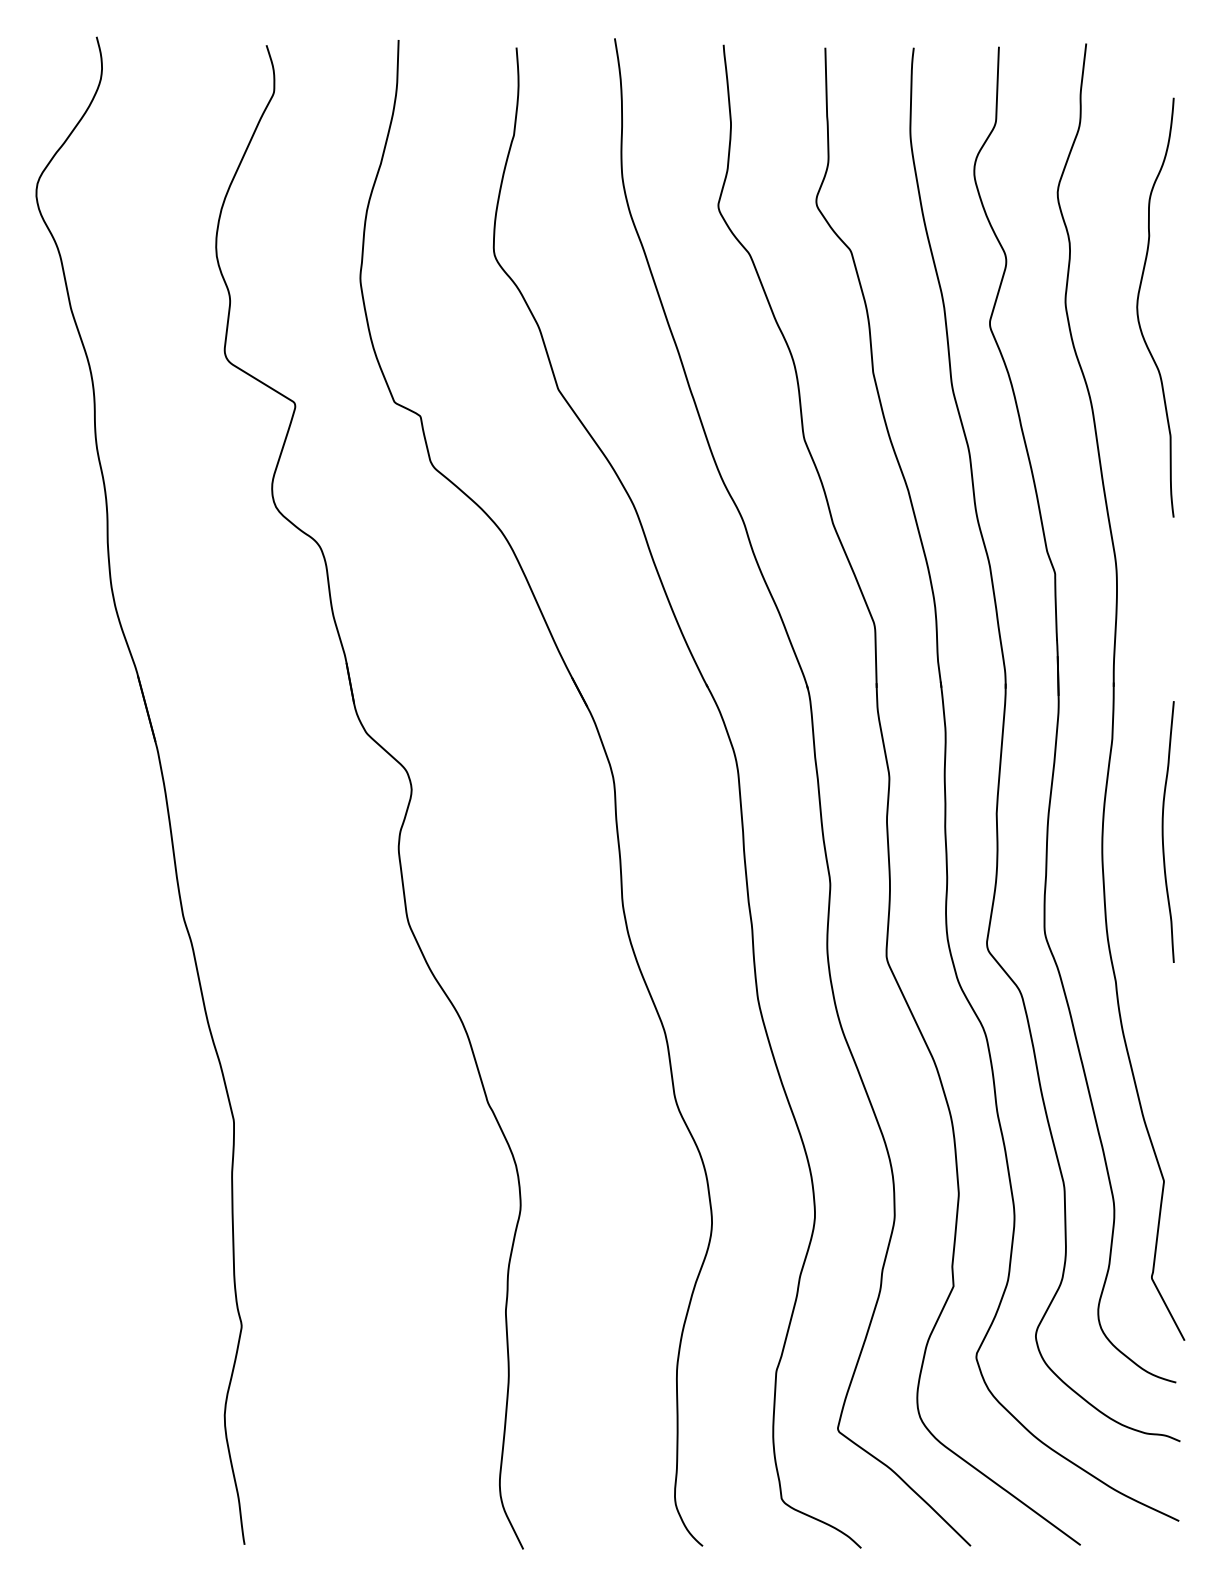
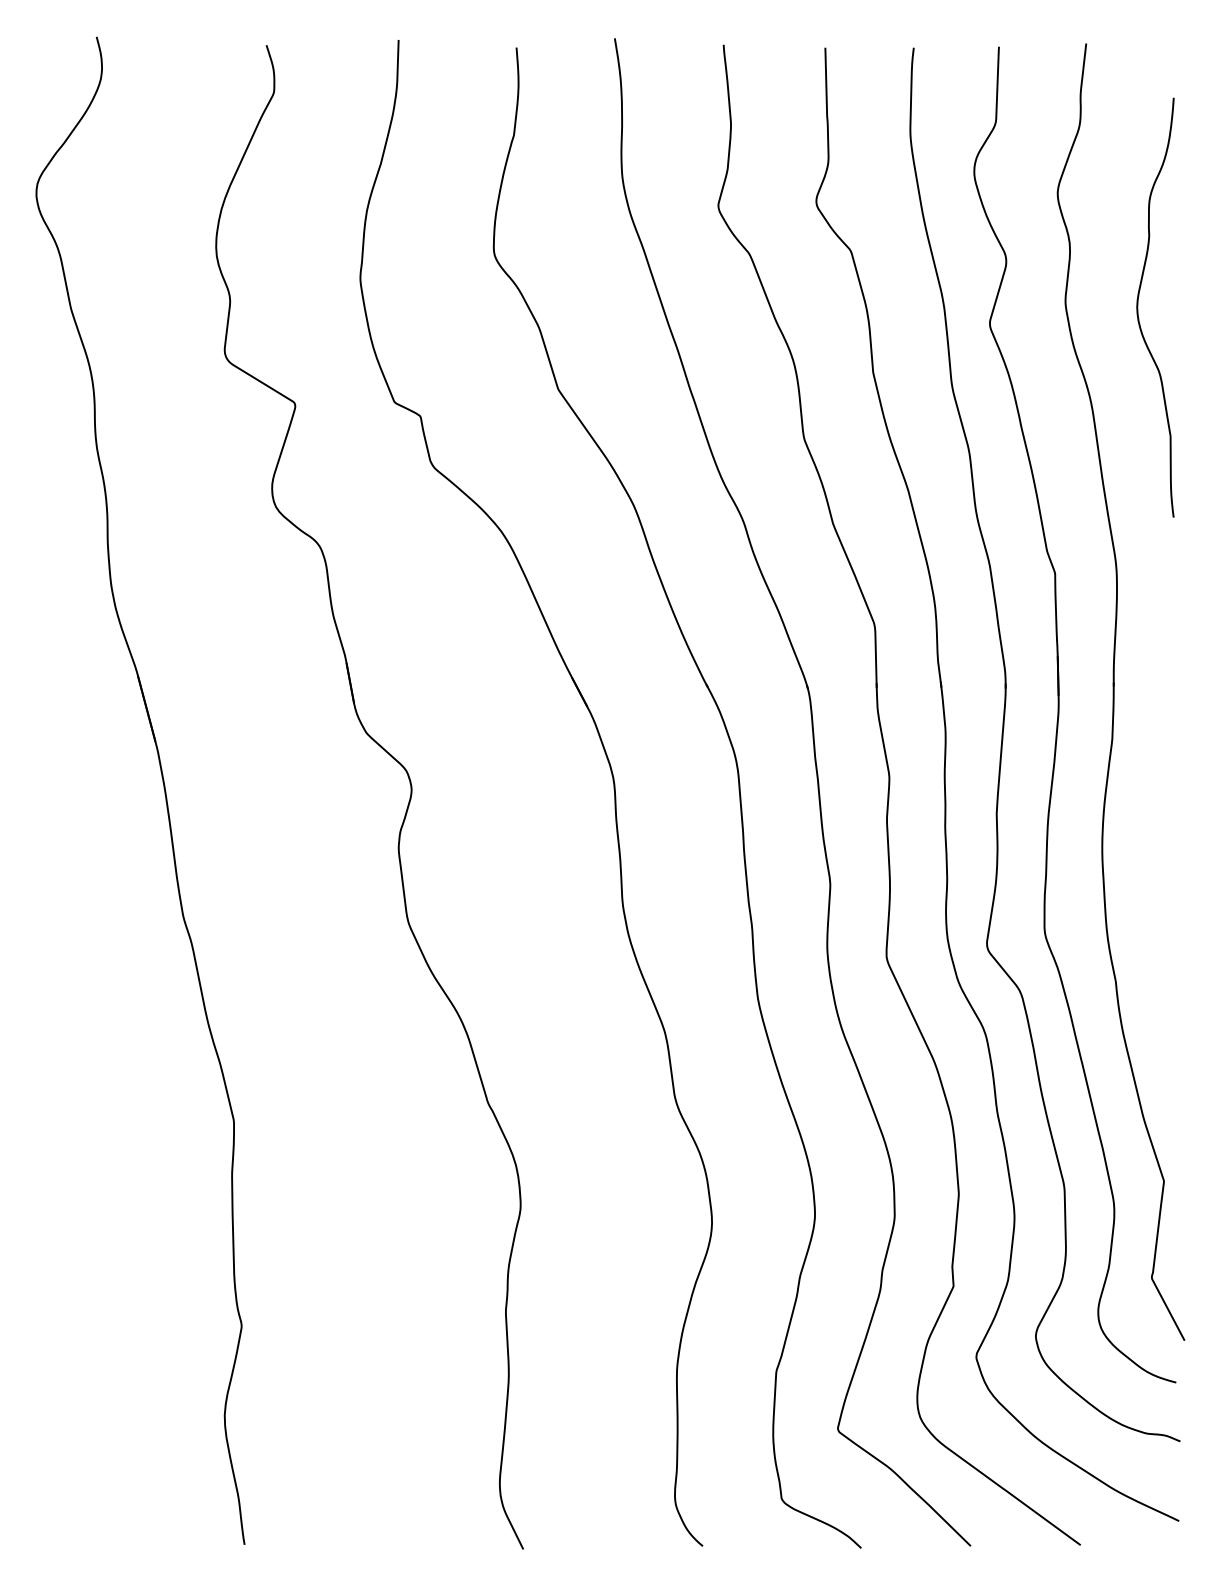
curve at (1163, 831): present -> none
